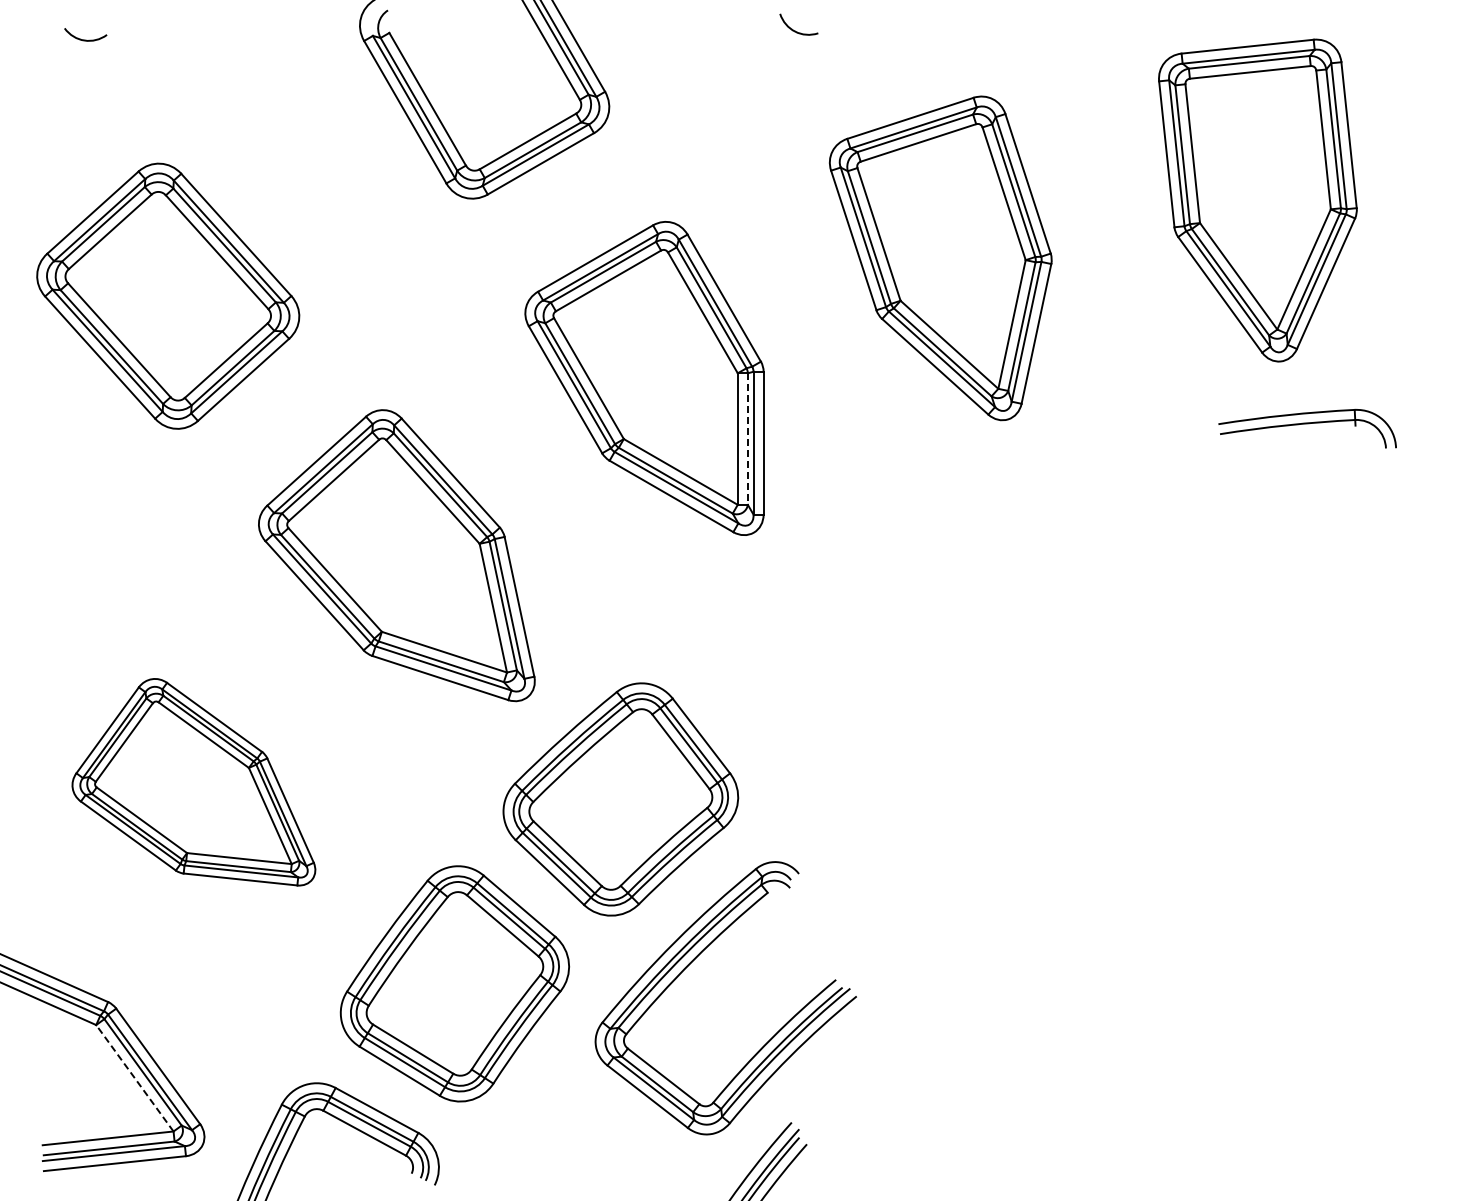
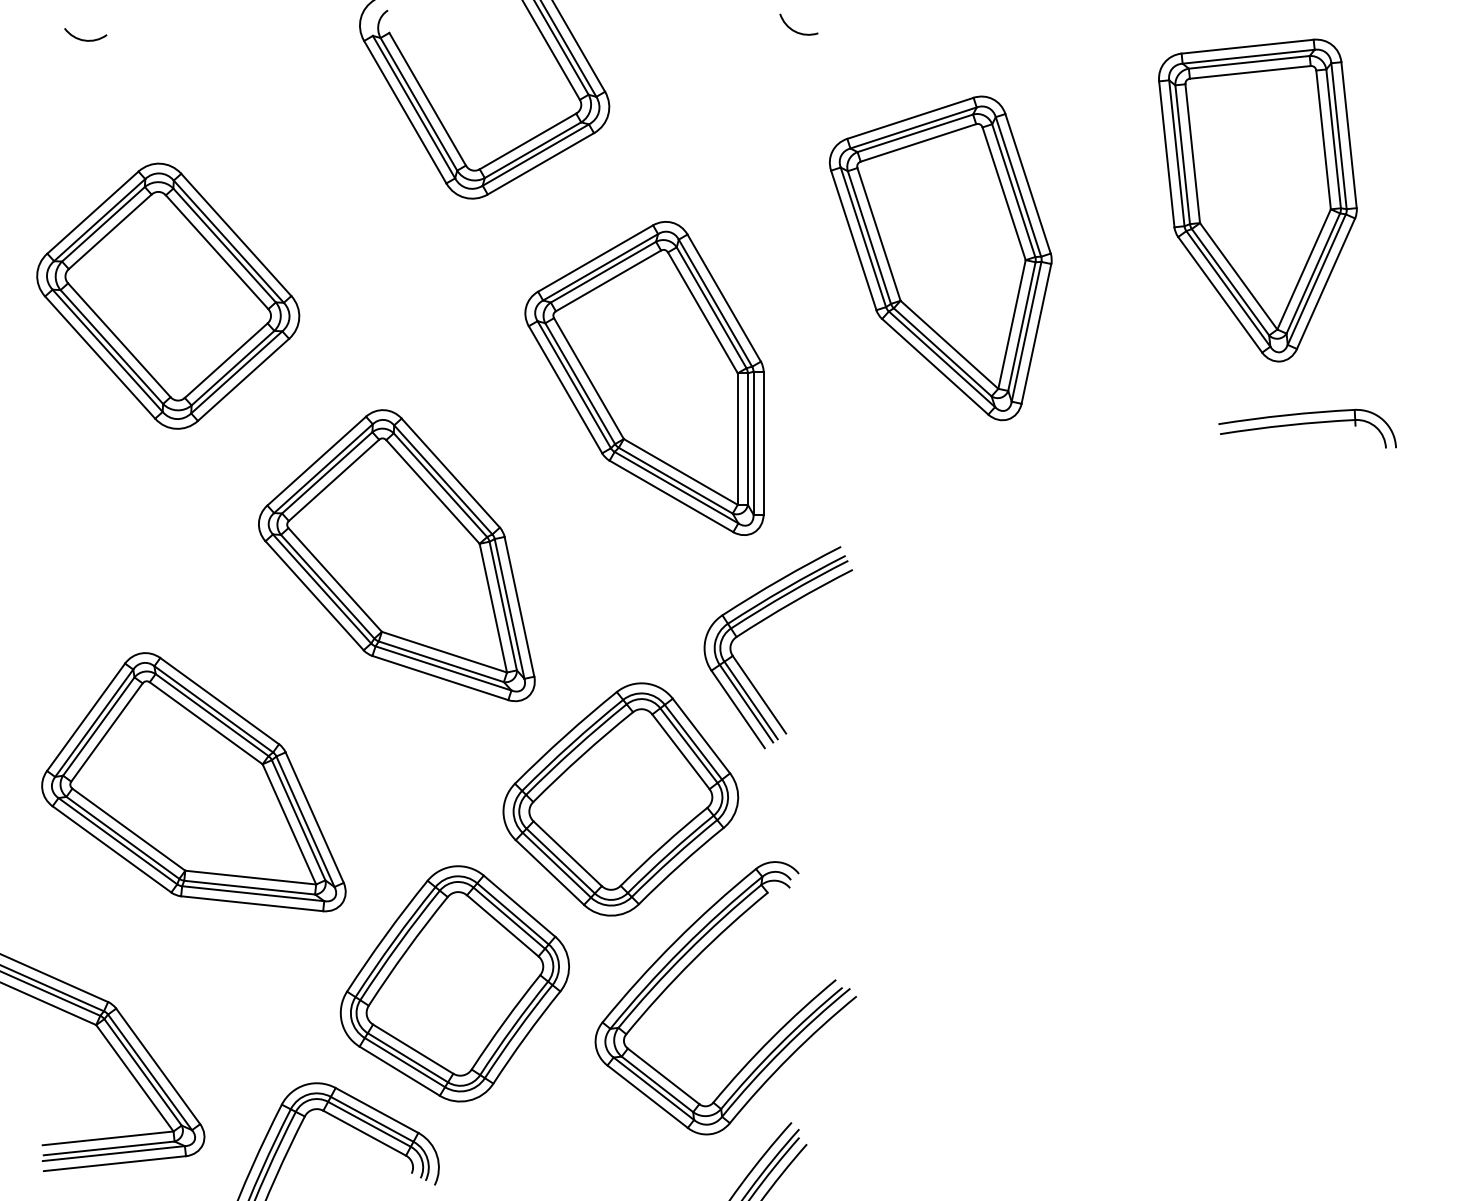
line at (747, 439): dashed -> solid
part at (763, 621): none -> present
part at (193, 782) size: 246x209 px -> 306x261 px
line at (134, 1078): dashed -> solid
